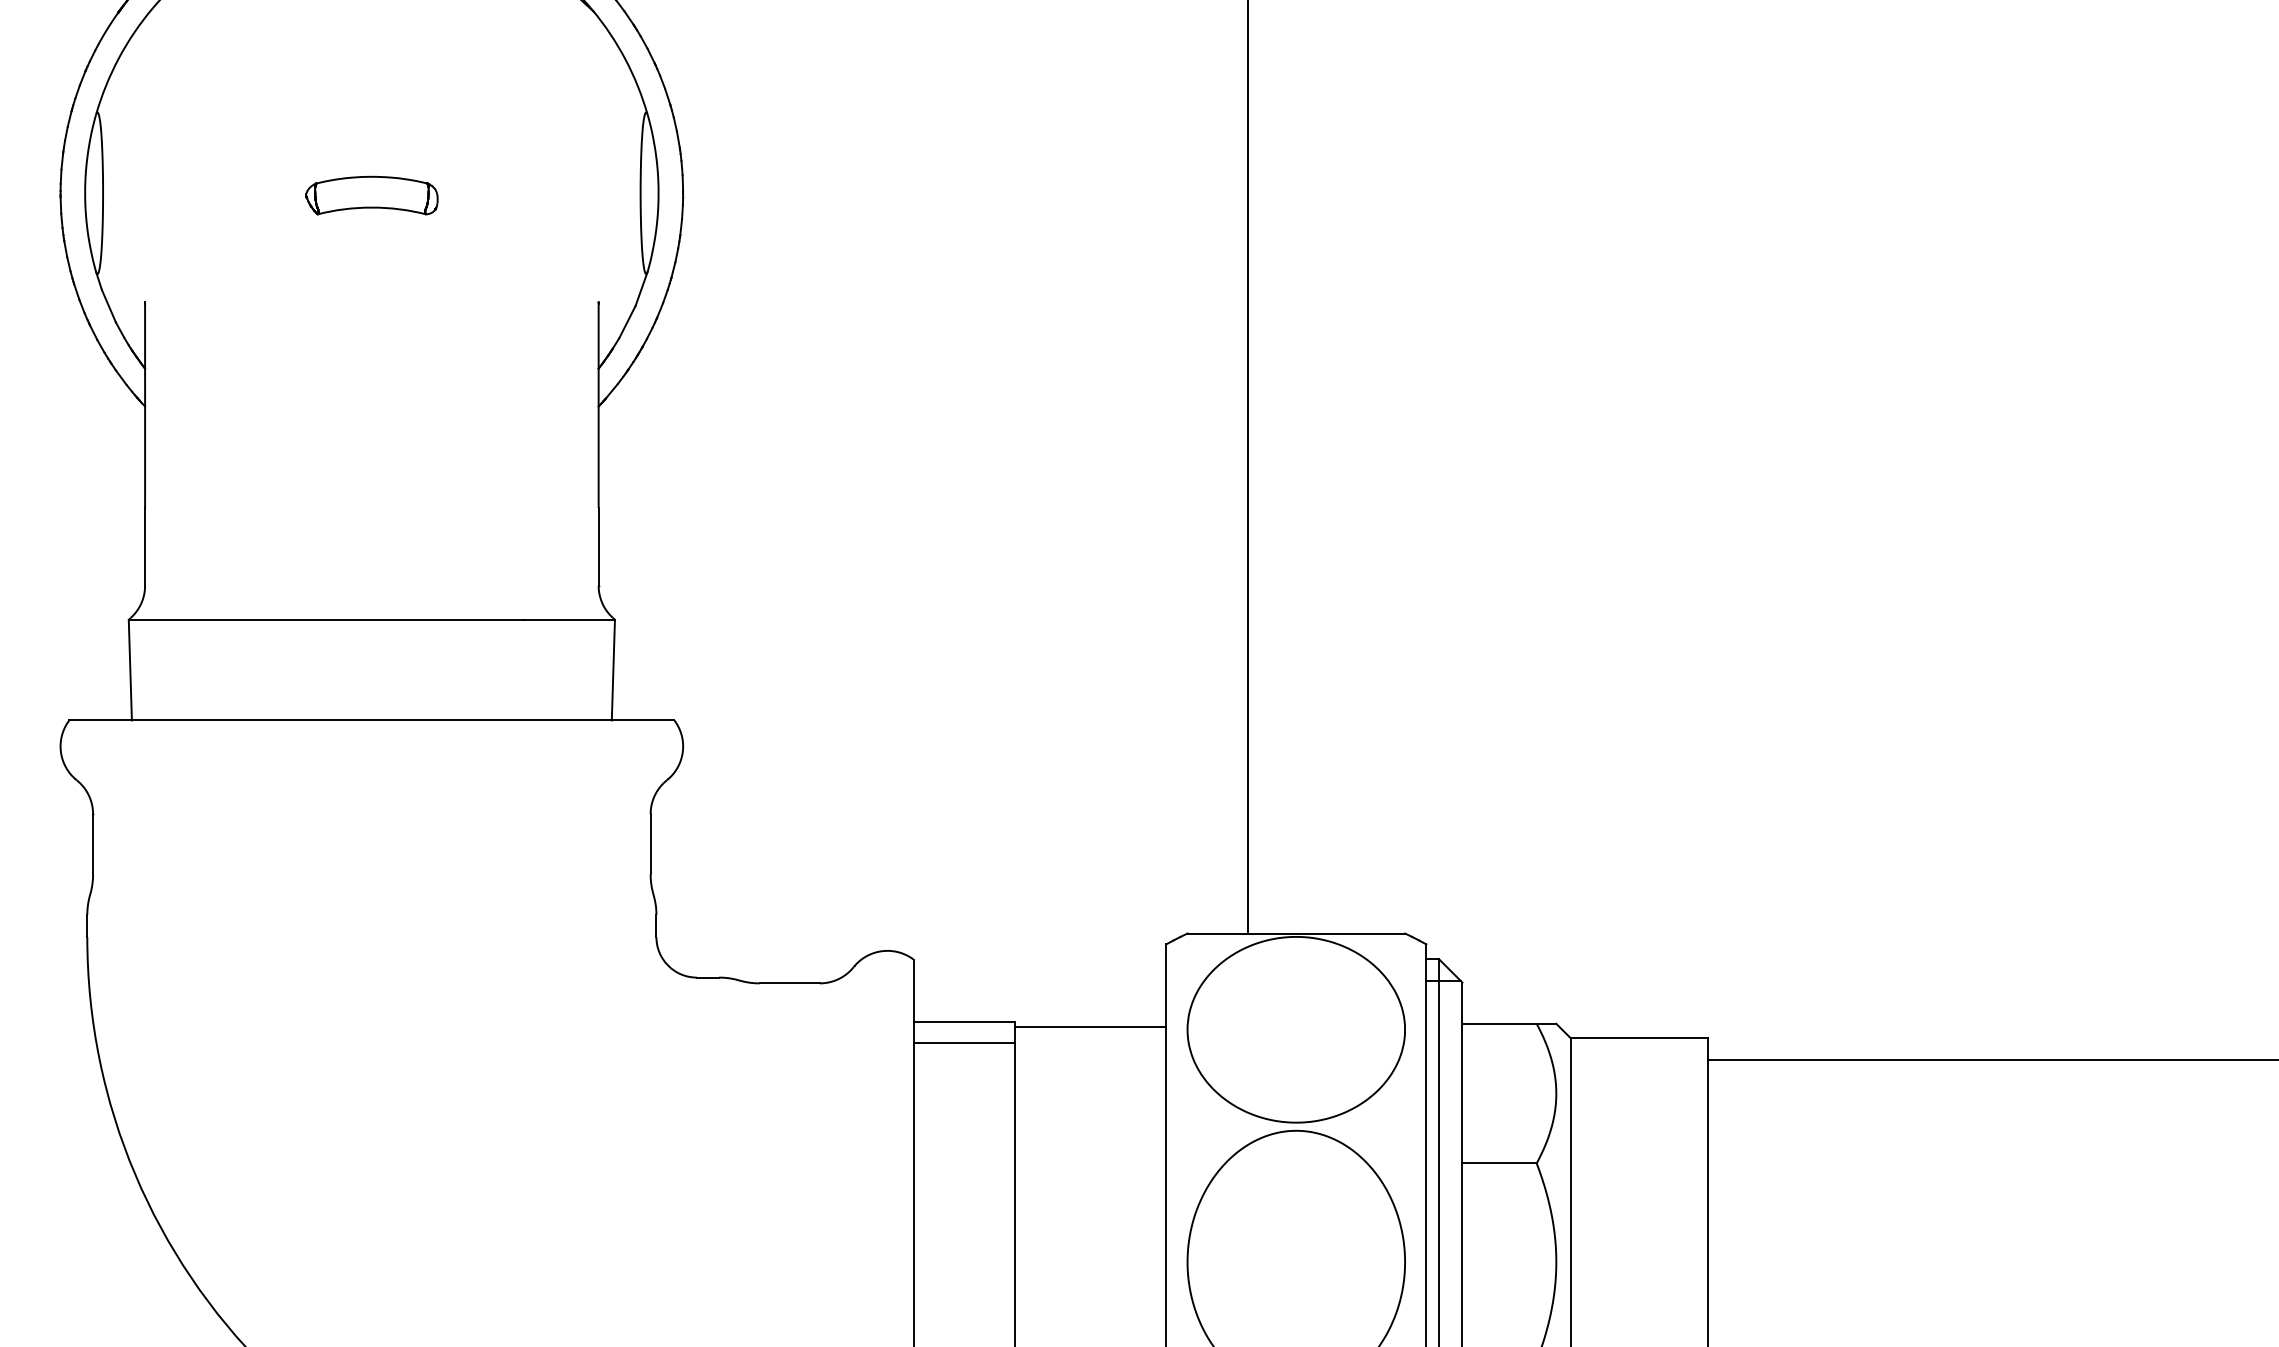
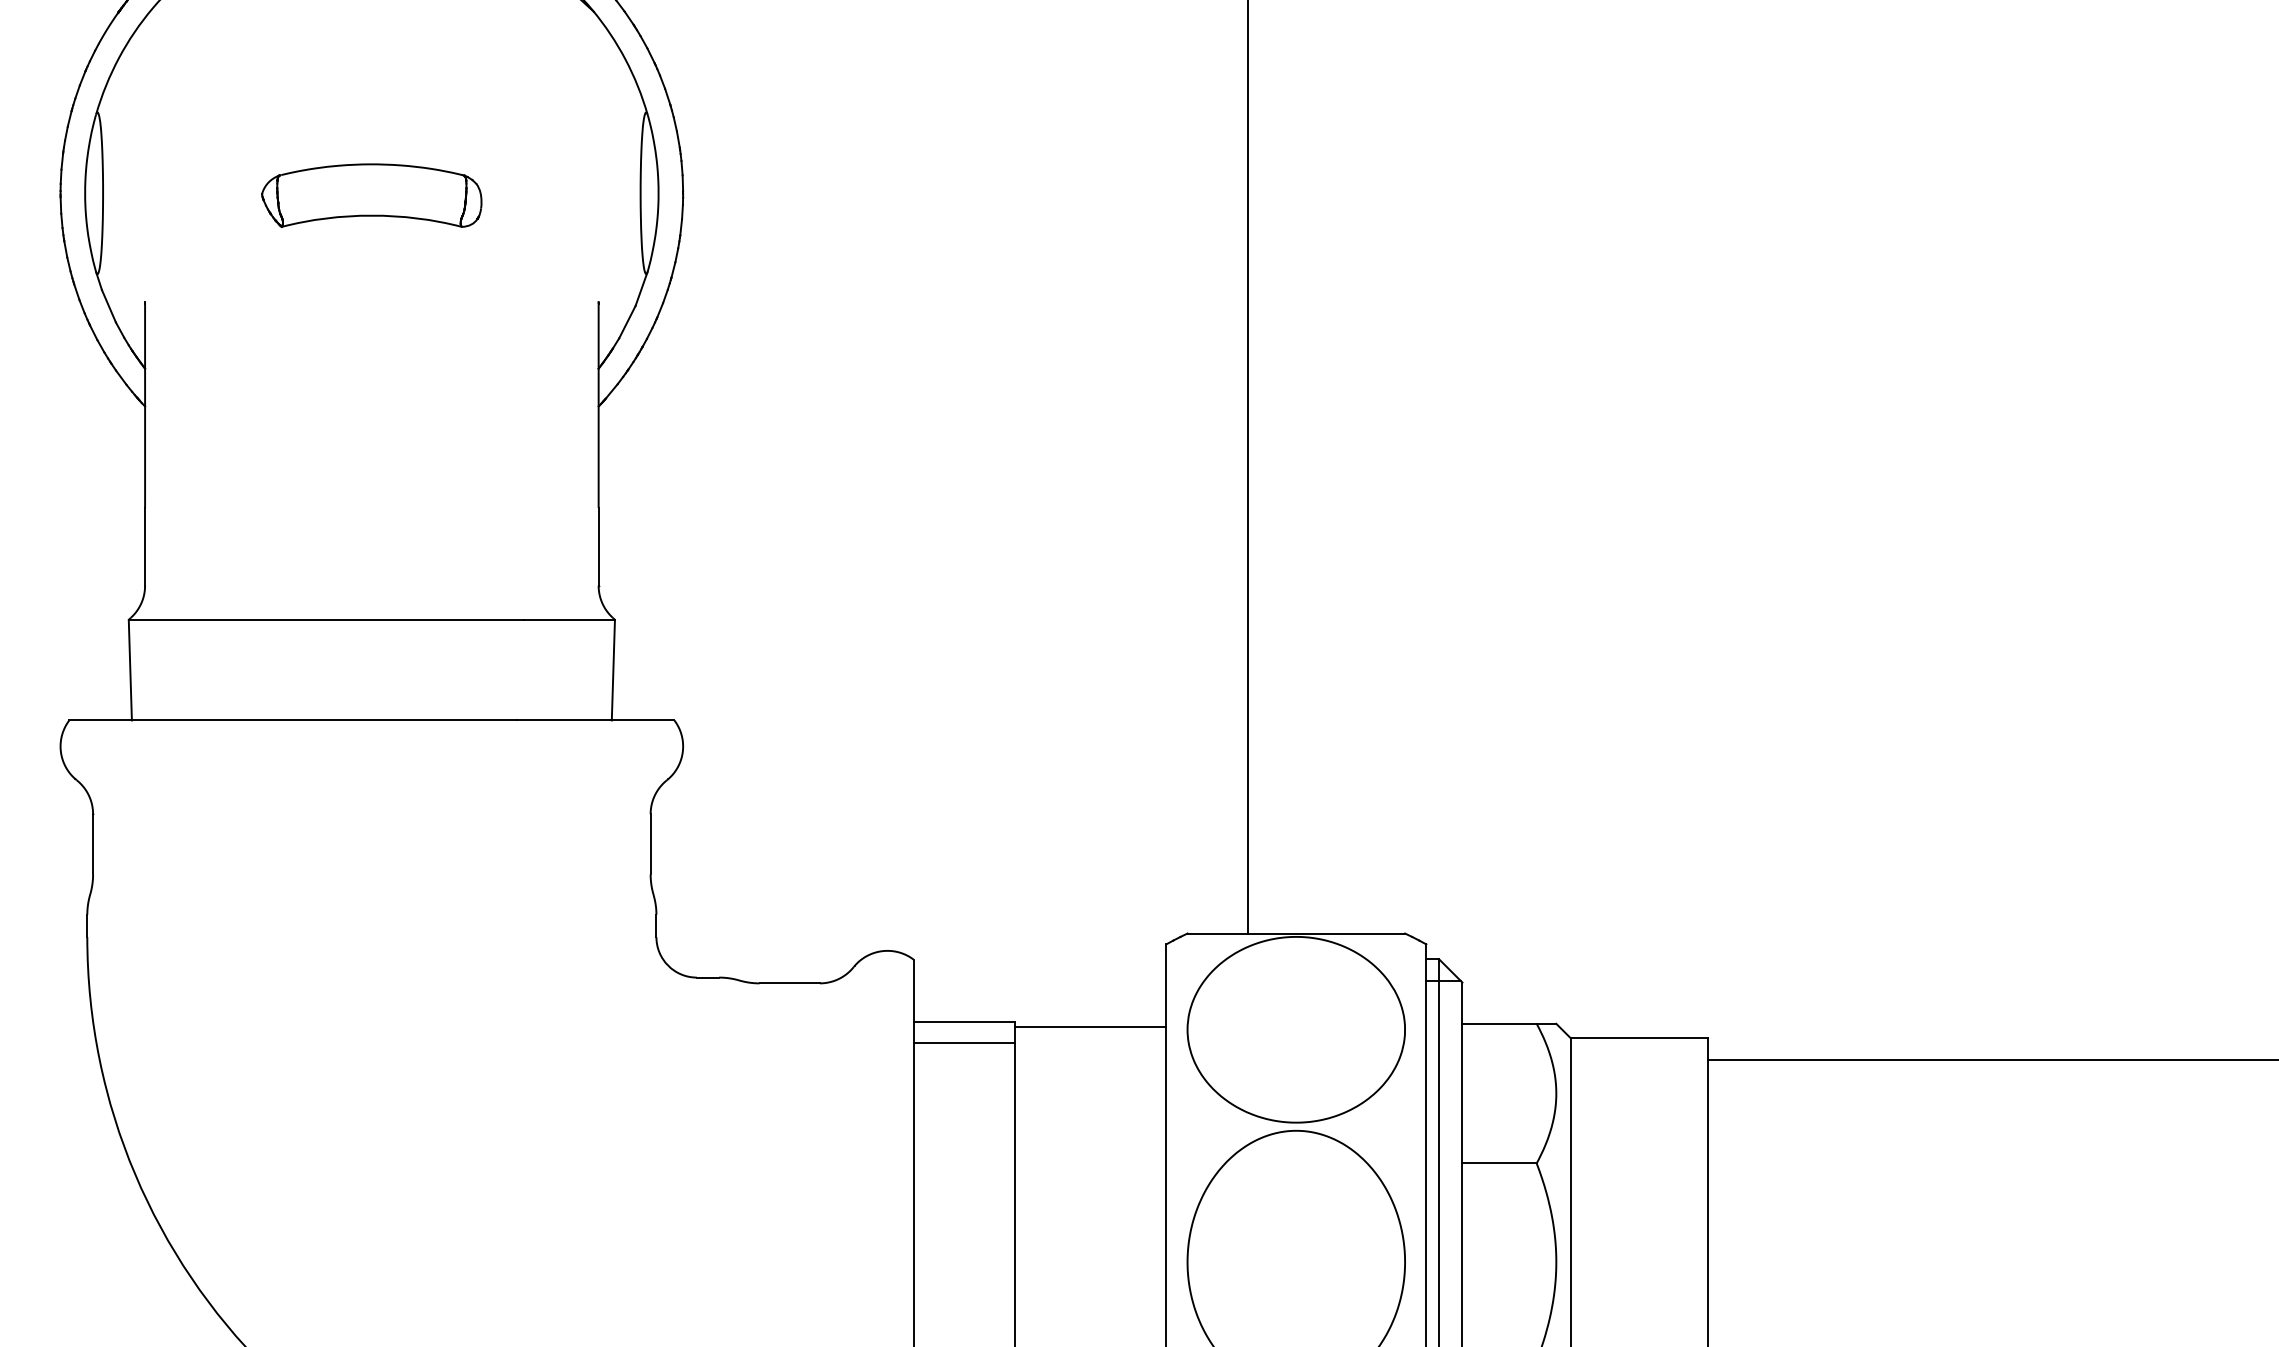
part at (371, 195) size: 134x41 px -> 222x65 px
